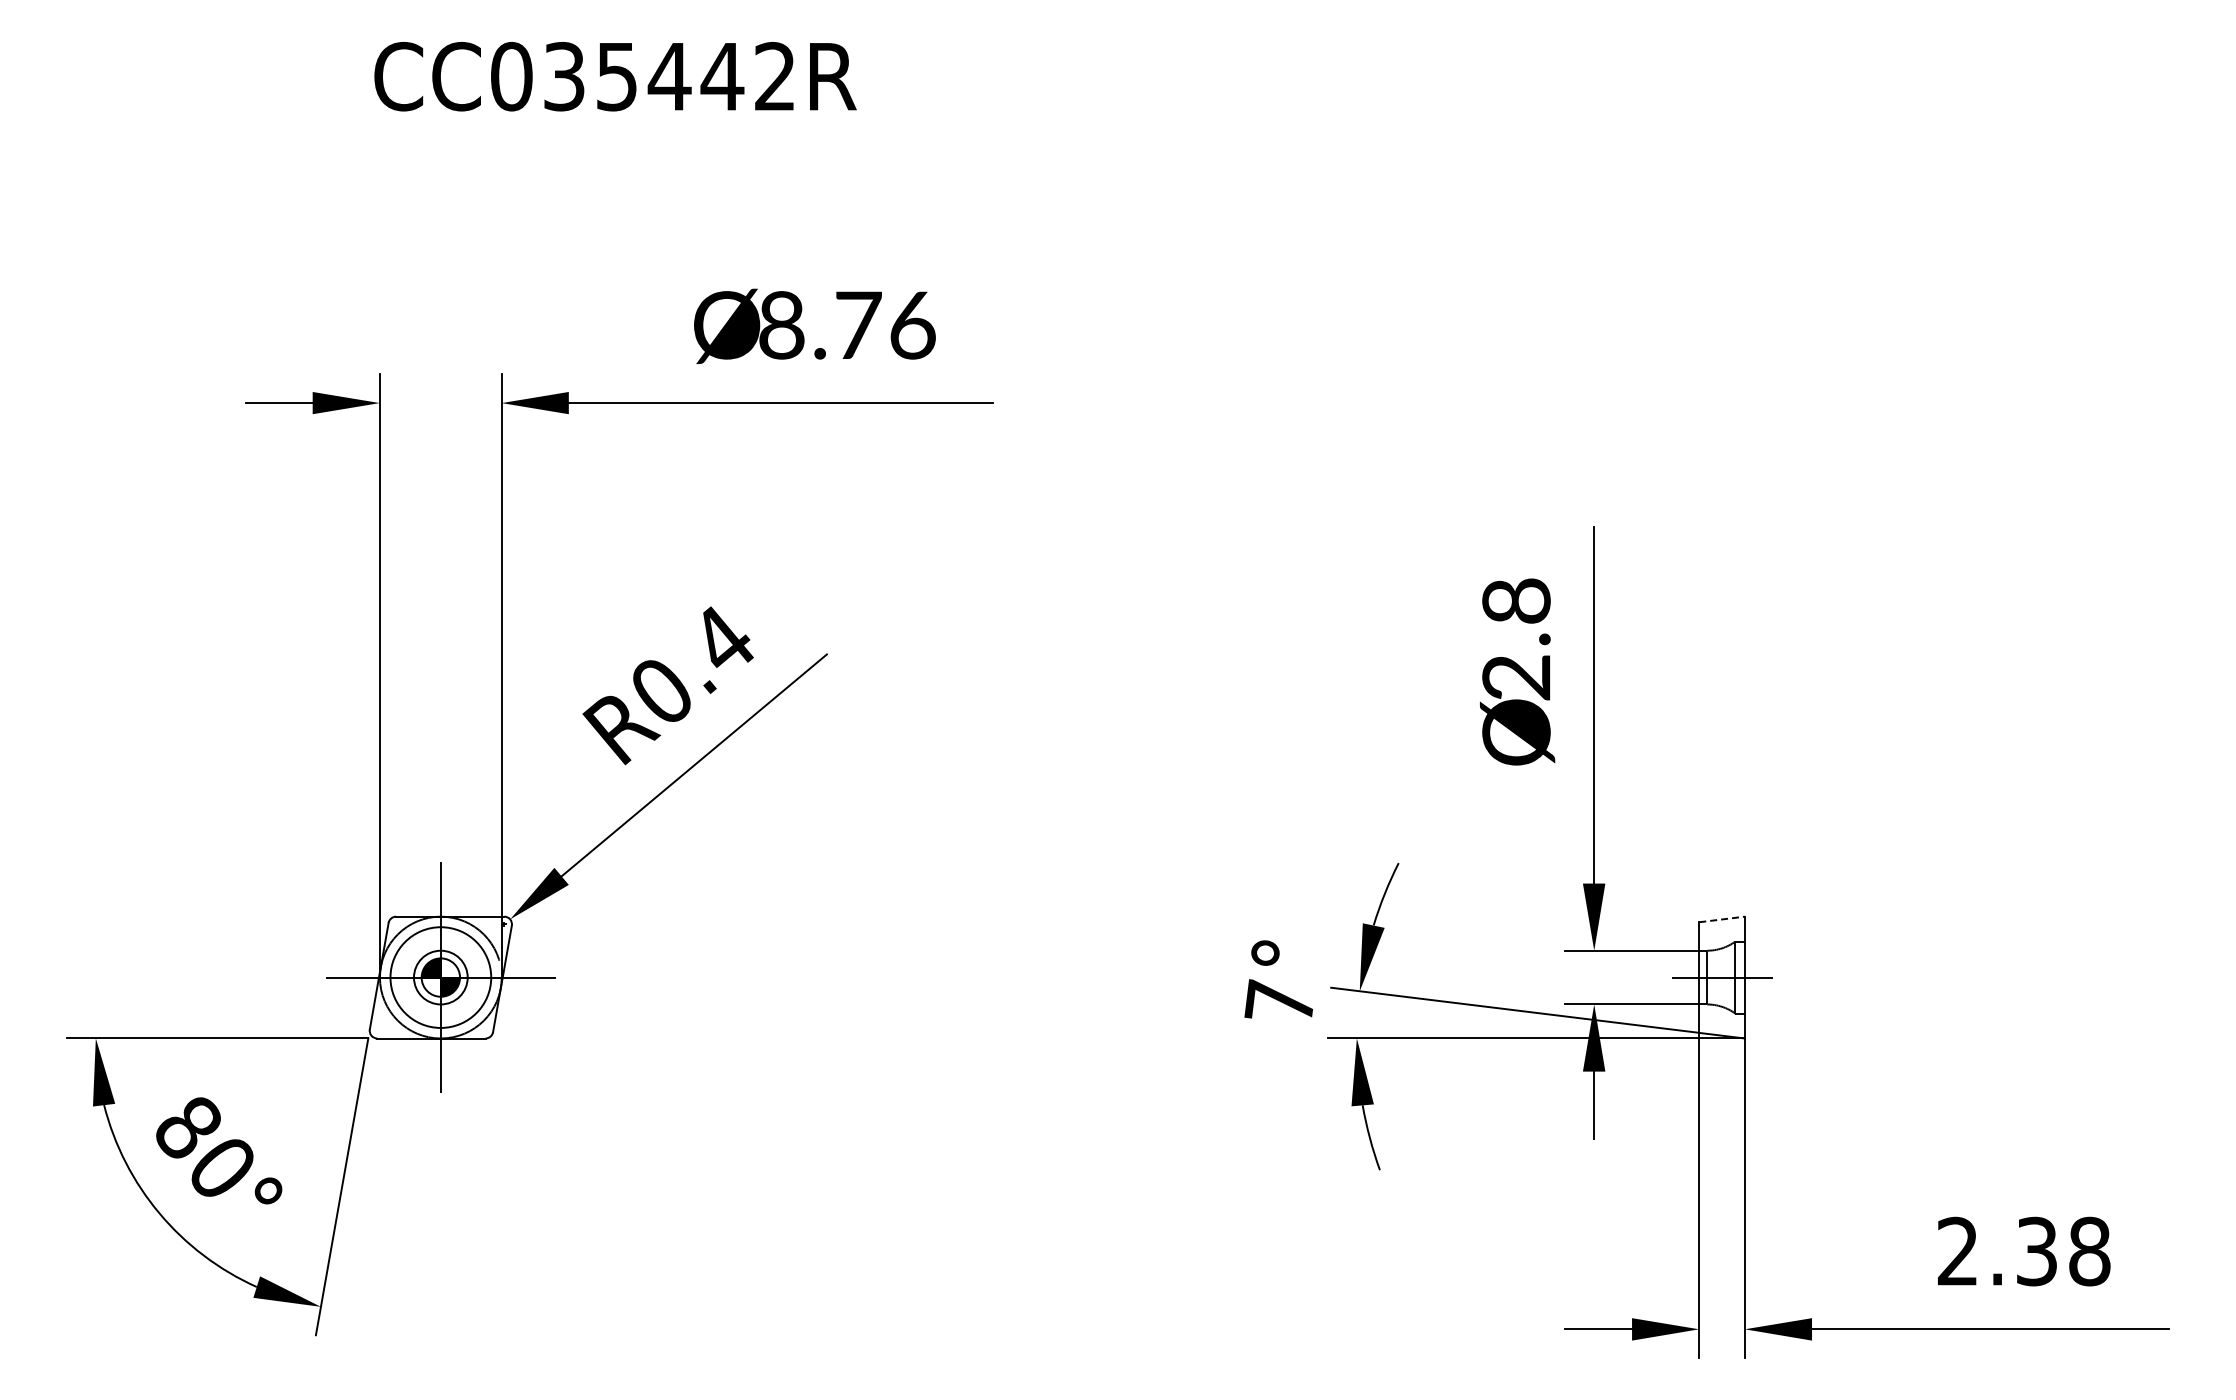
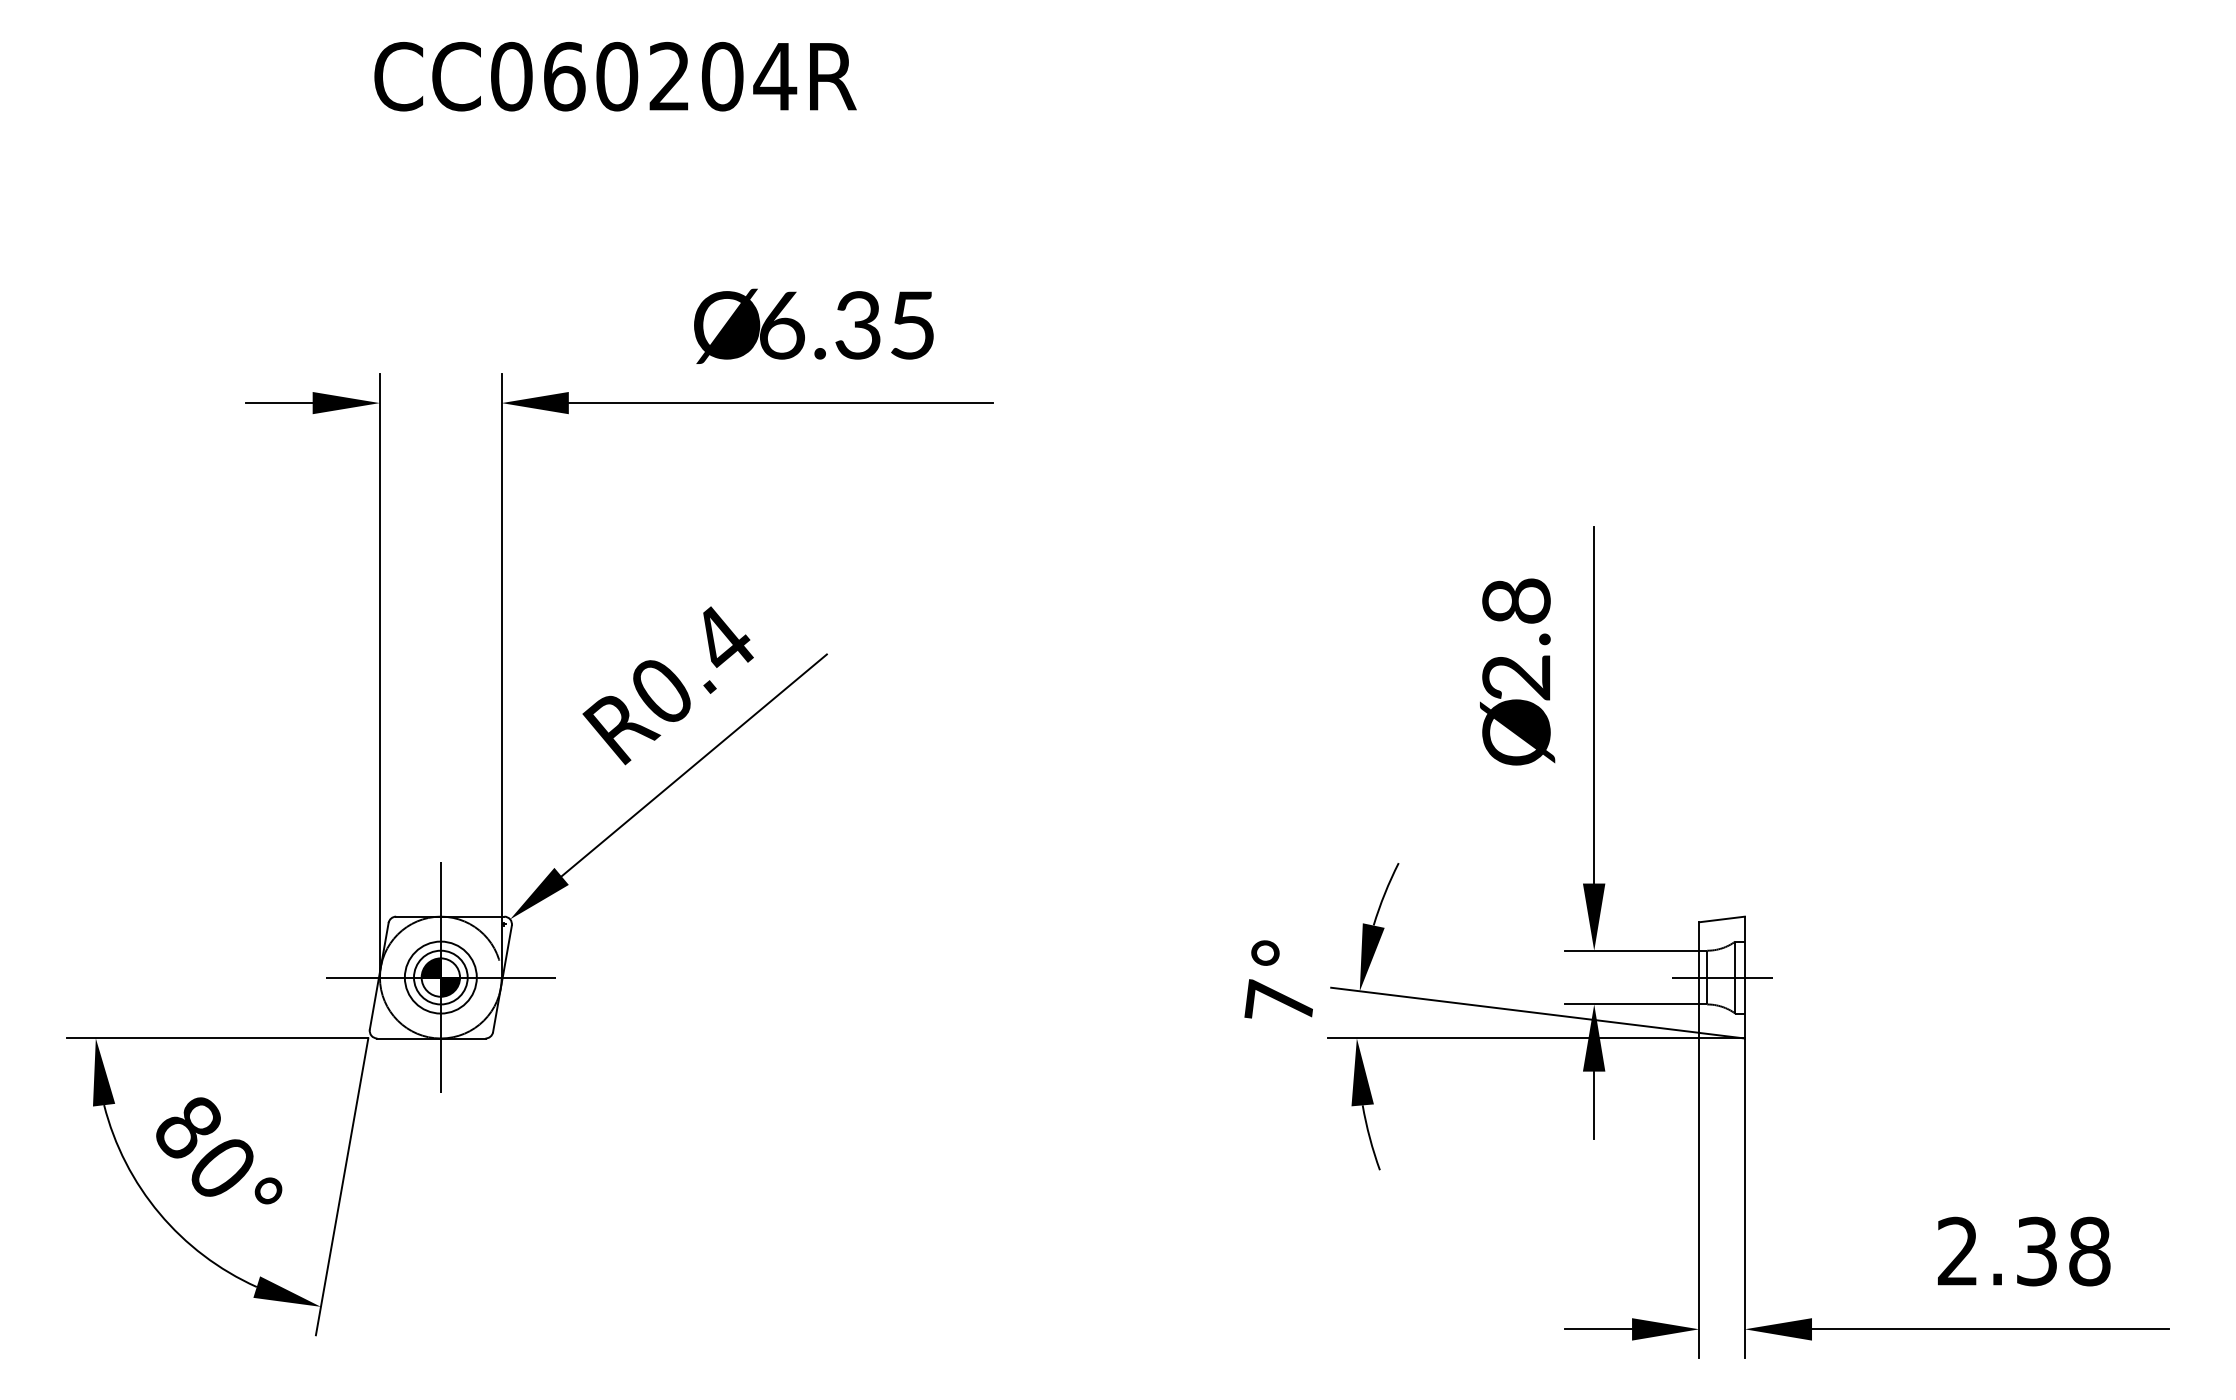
text at (670, 76): CC035442R -> CC060204R
text at (847, 325): 8.76 -> 6.35
line at (1722, 919): dashed -> solid
circle at (440, 977) diameter: 101 px -> 72 px
